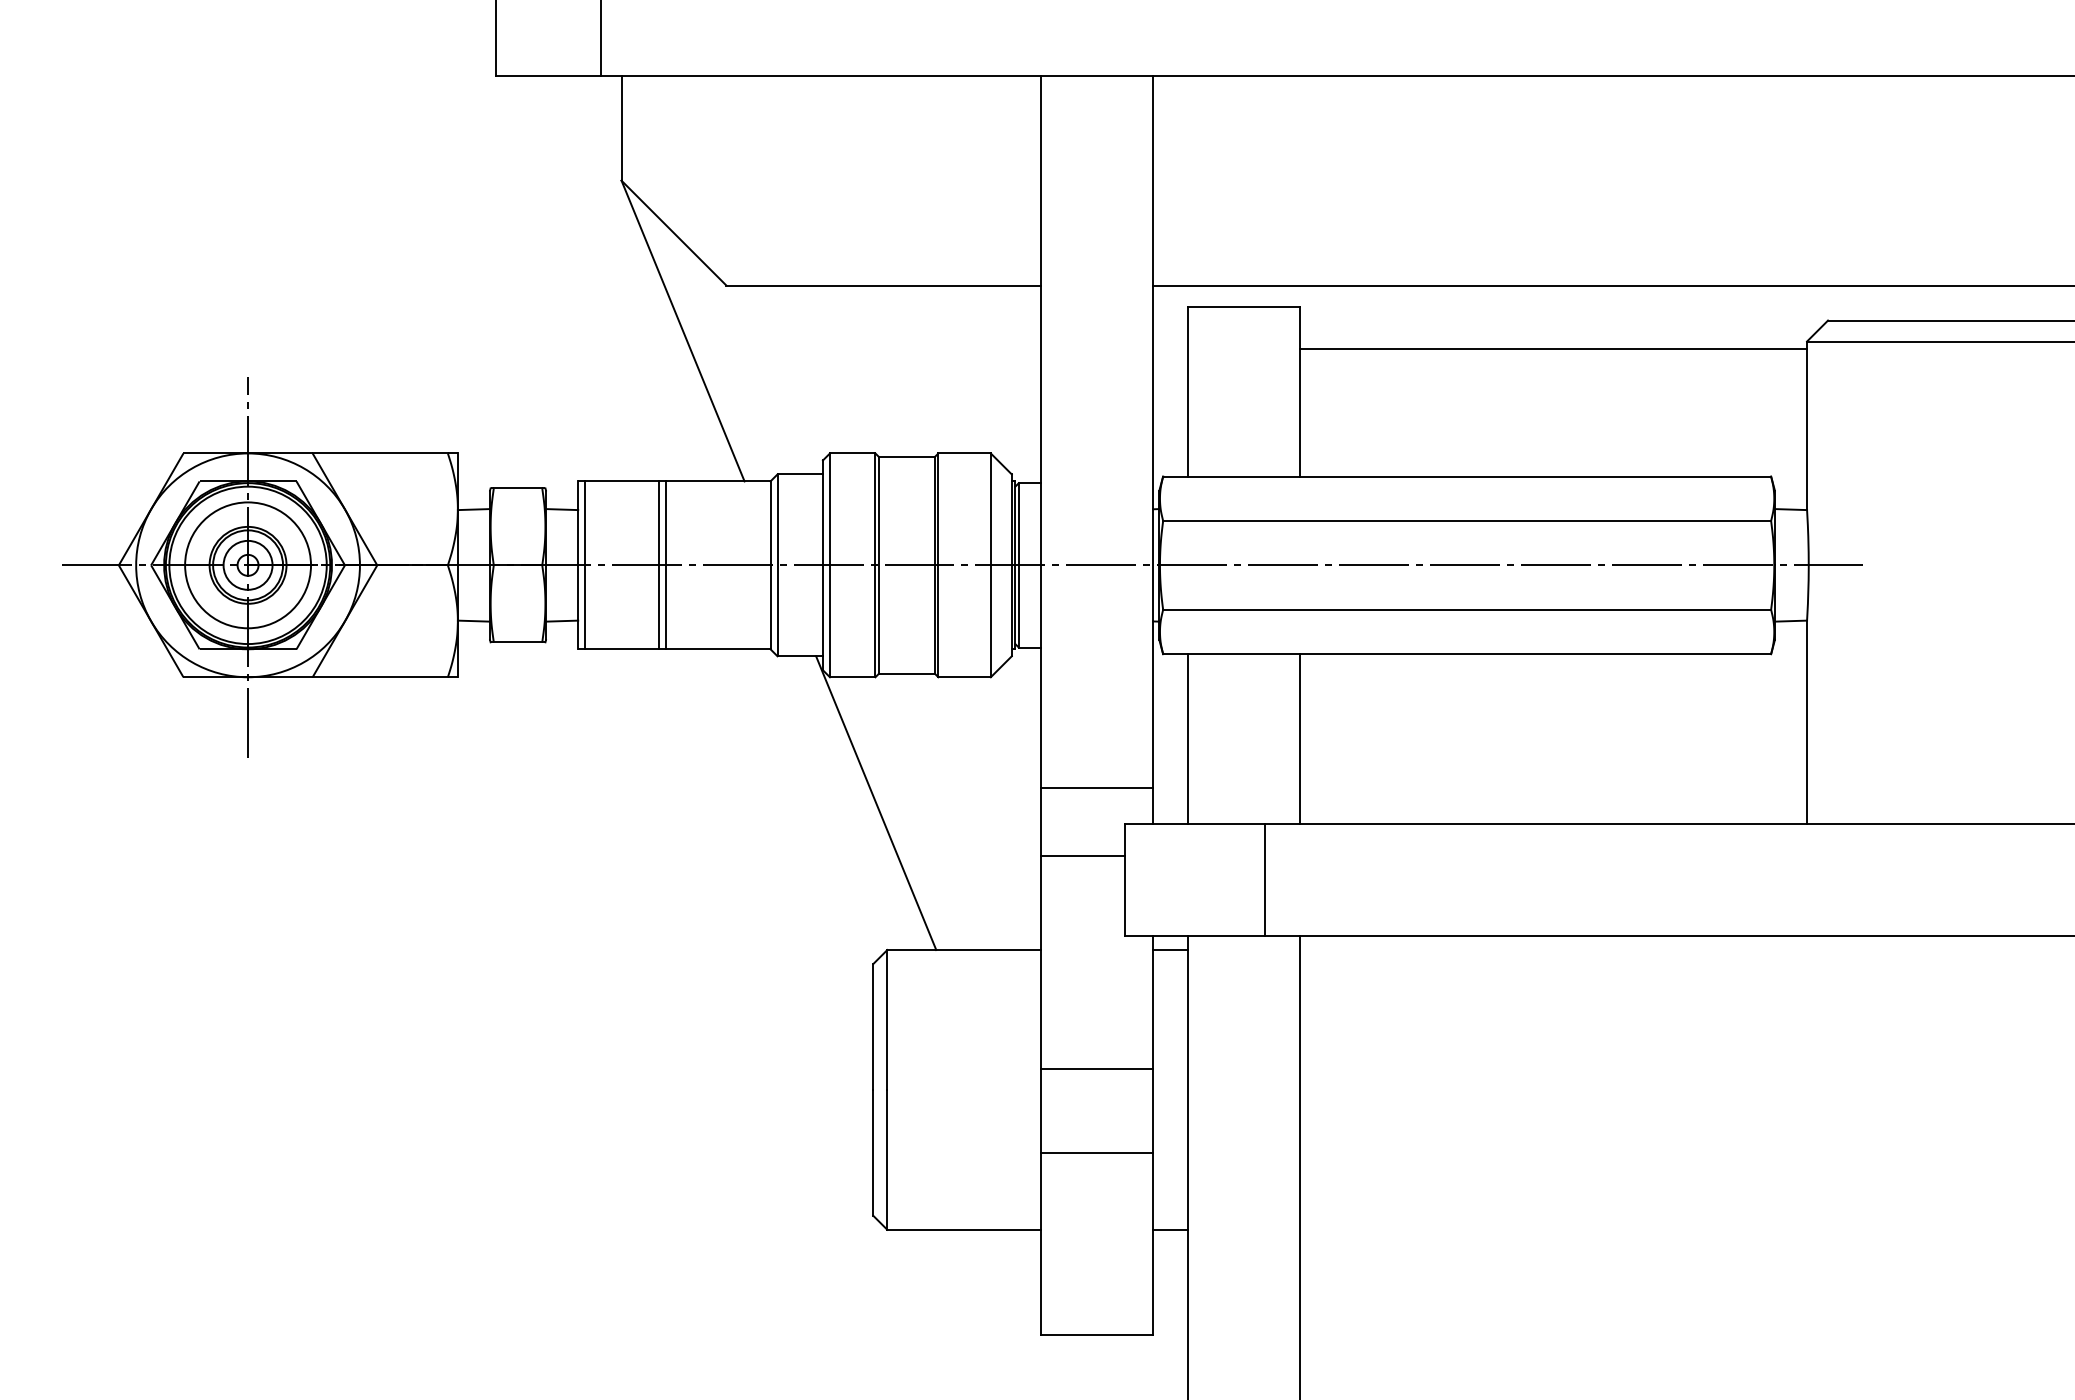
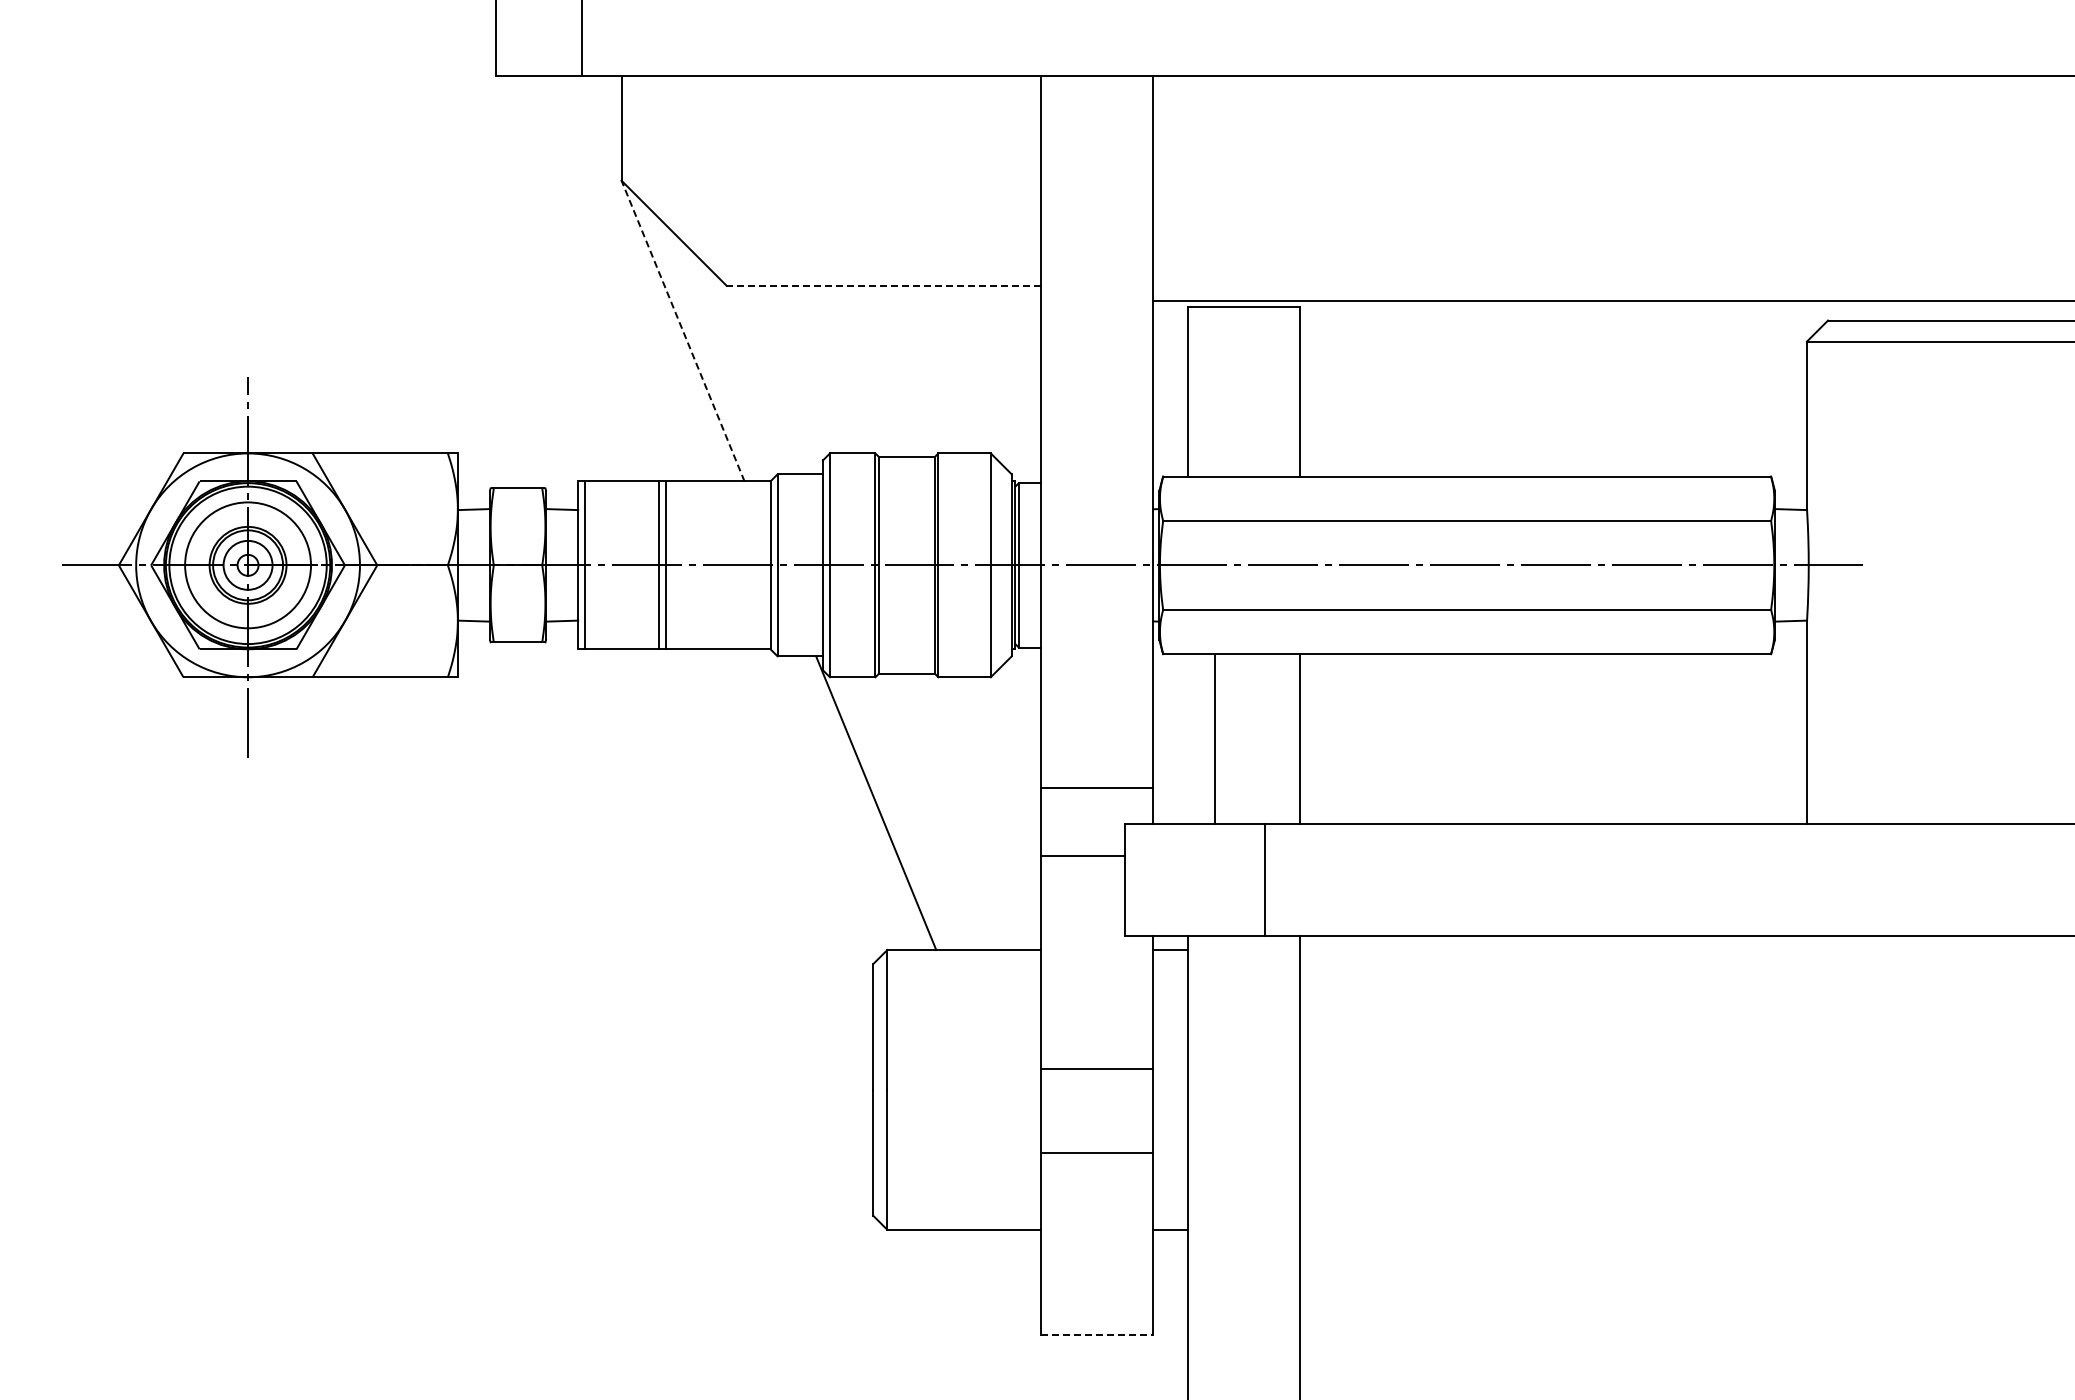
line at (600, 38) position: (600, 38) -> (581, 38)
line at (883, 285): solid -> dashed
line at (1612, 285) position: (1612, 285) -> (1612, 300)
line at (682, 330): solid -> dashed
line at (1553, 348): present -> none
line at (1188, 739) position: (1188, 739) -> (1215, 739)
line at (1097, 1334): solid -> dashed
